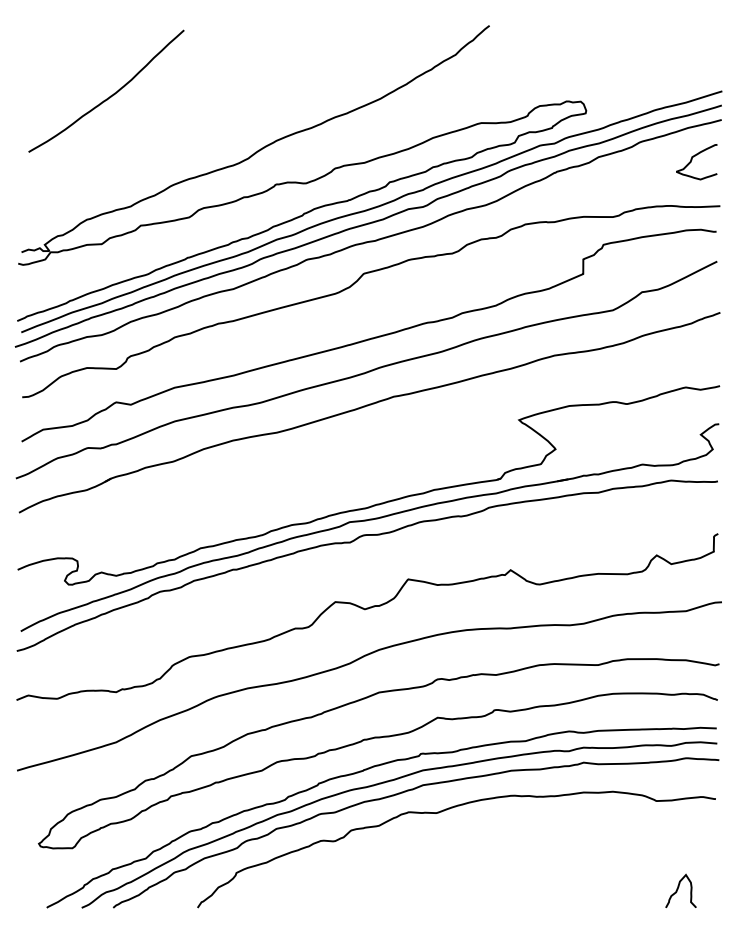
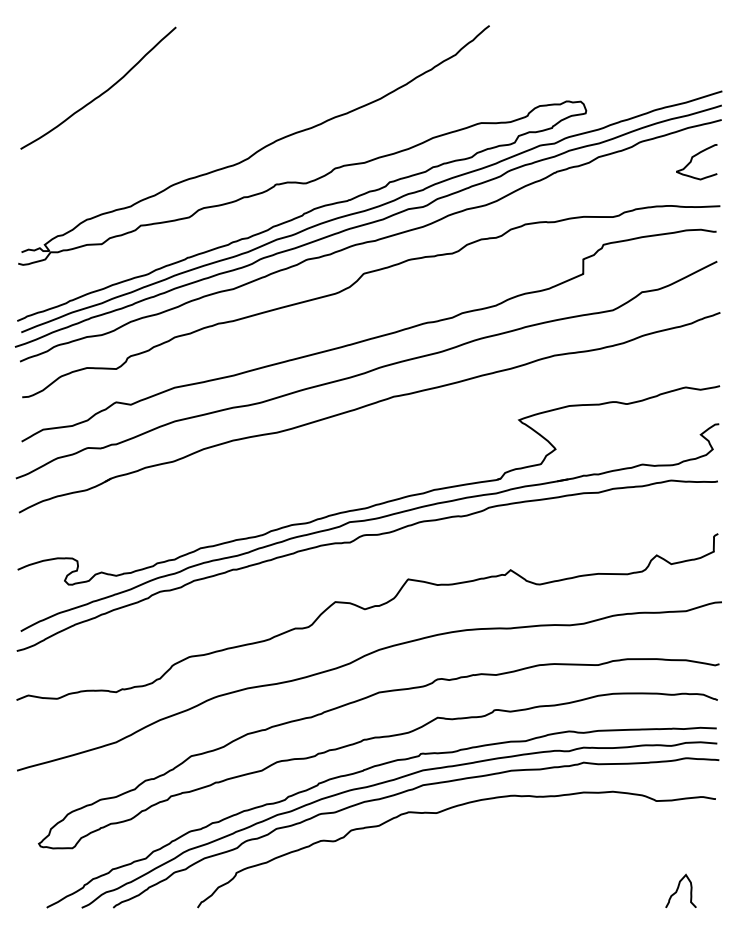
curve at (110, 95) position: (110, 95) -> (102, 92)
